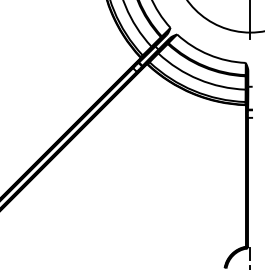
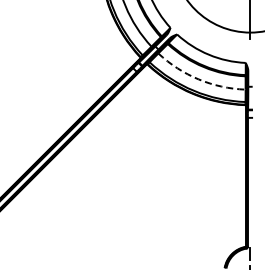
arc at (198, 79): solid -> dashed
